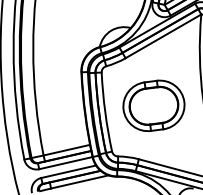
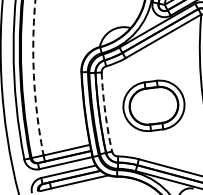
arc at (34, 77): solid -> dashed
arc at (105, 112): solid -> dashed
